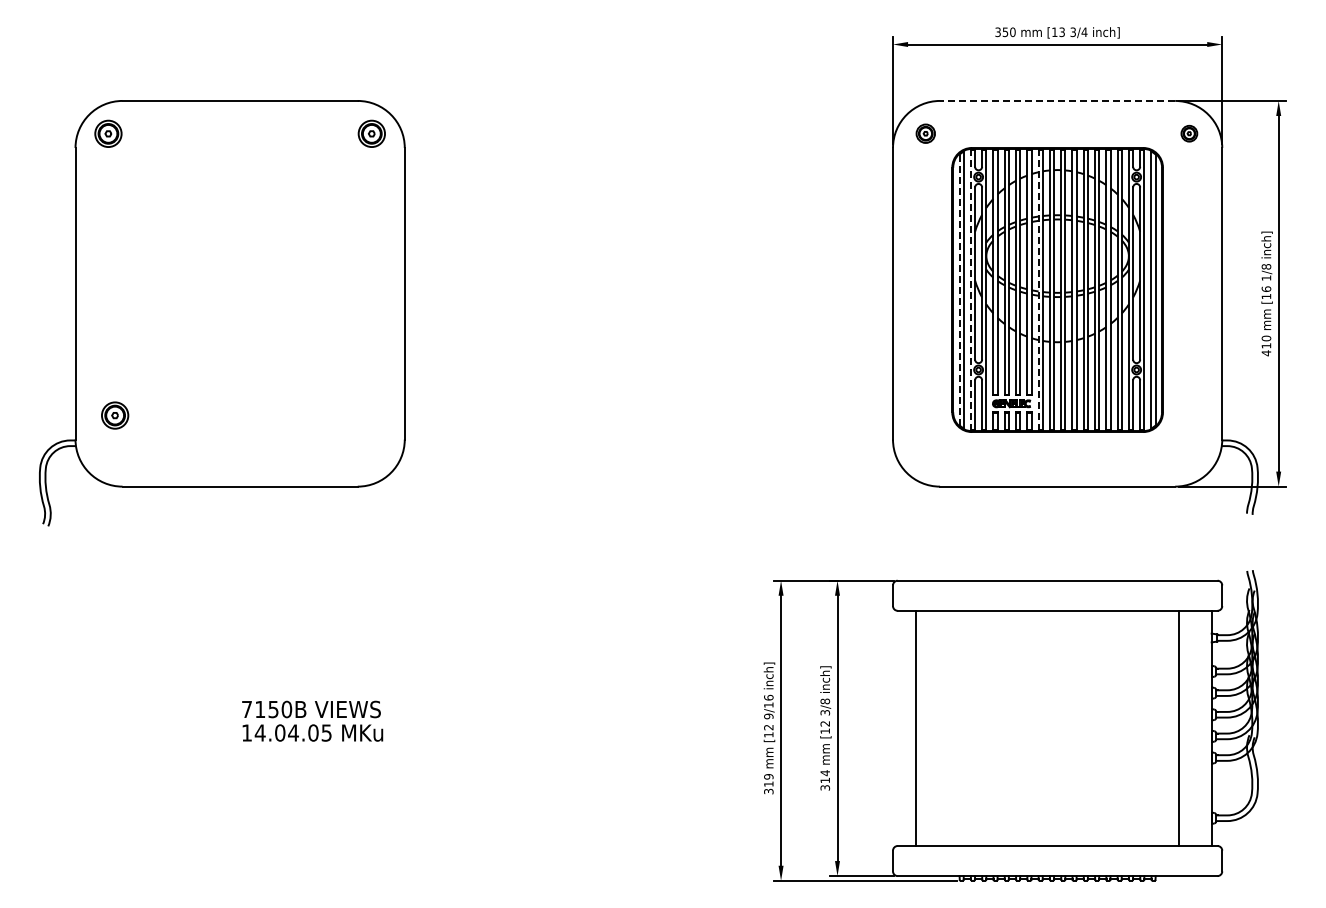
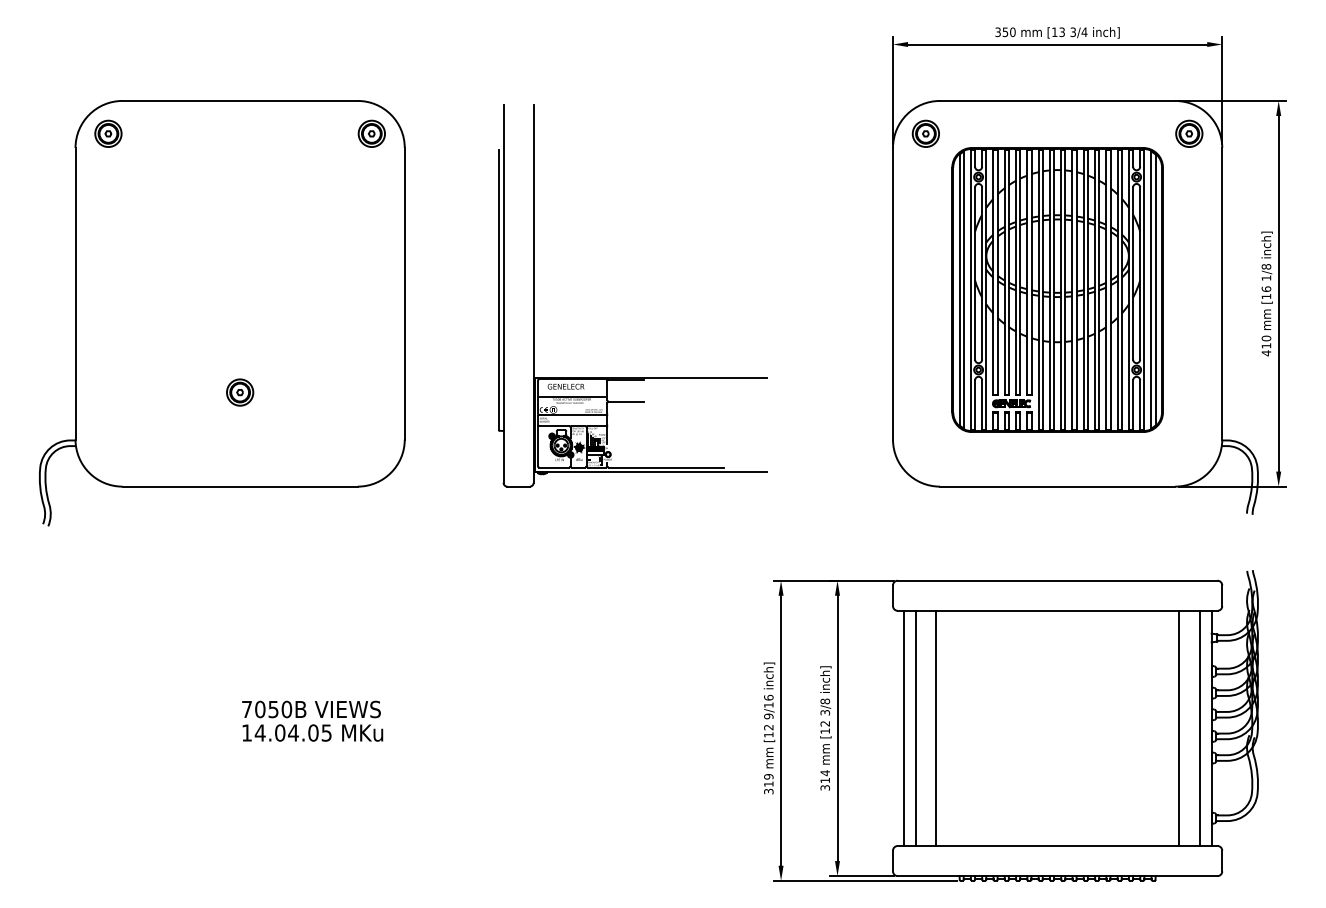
line at (1057, 100): dashed -> solid
part at (925, 133) size: 21x21 px -> 29x29 px
part at (1189, 133) size: 19x19 px -> 29x29 px
line at (959, 289): dashed -> solid
line at (970, 289): dashed -> solid
line at (1038, 289): dashed -> solid
part at (632, 377): none -> present
part at (115, 415) position: (115, 415) -> (240, 392)
text at (260, 709): 7150B -> 7050B
line at (903, 728): none -> present
line at (936, 728): none -> present
line at (1199, 728): none -> present
